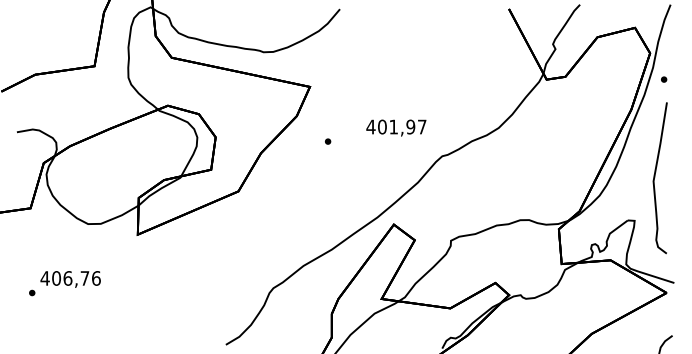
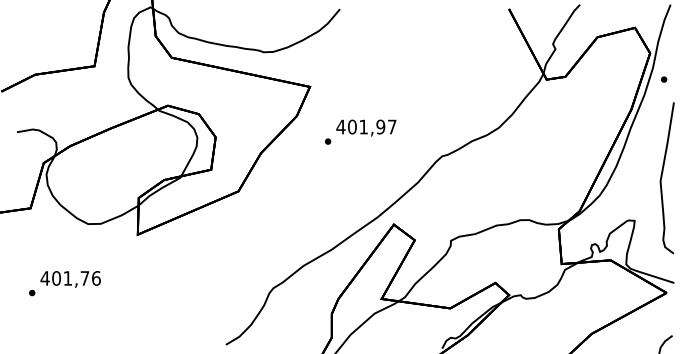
text at (396, 127) position: (396, 127) -> (366, 127)
curve at (655, 177) position: (655, 177) -> (662, 177)
text at (67, 278): 406,76 -> 401,76
